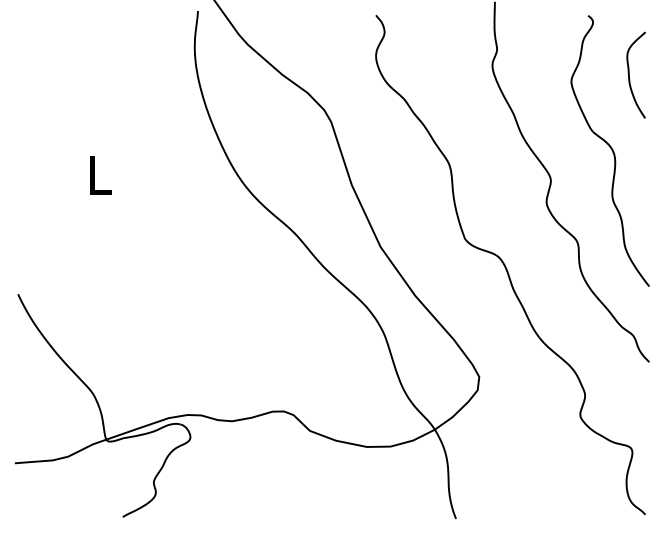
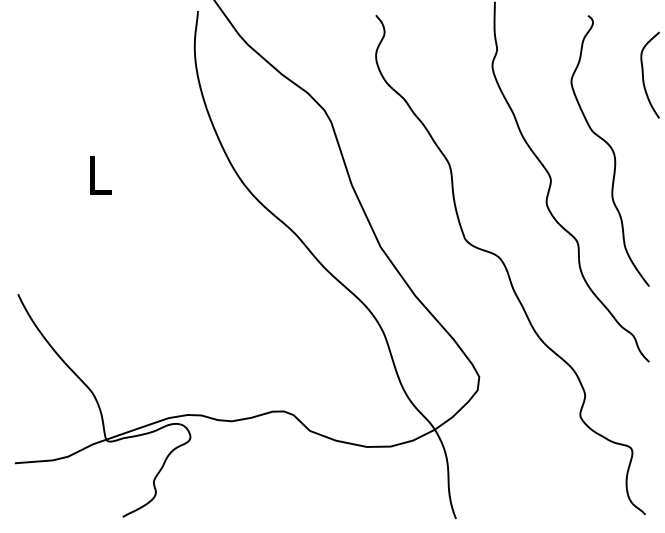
curve at (629, 74) position: (629, 74) -> (643, 74)
